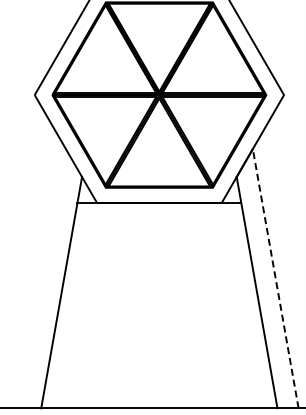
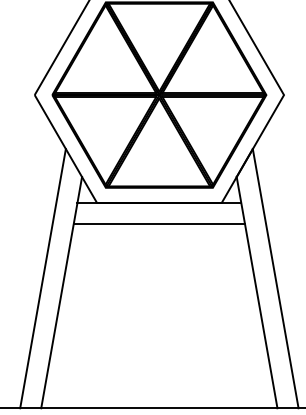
line at (158, 223): none -> present
line at (42, 278): none -> present
line at (275, 278): dashed -> solid
